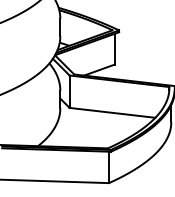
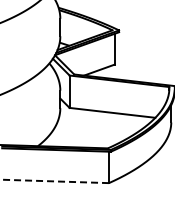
line at (54, 181): solid -> dashed
